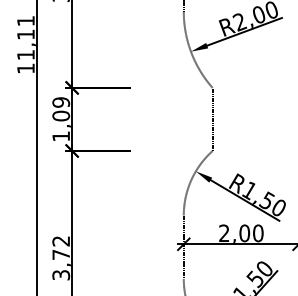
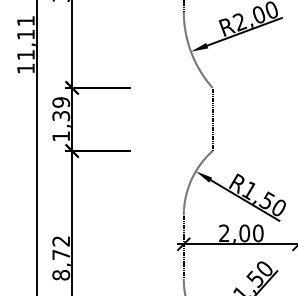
text at (61, 115): 1,09 -> 1,39
text at (61, 275): 3,72 -> 8,72
